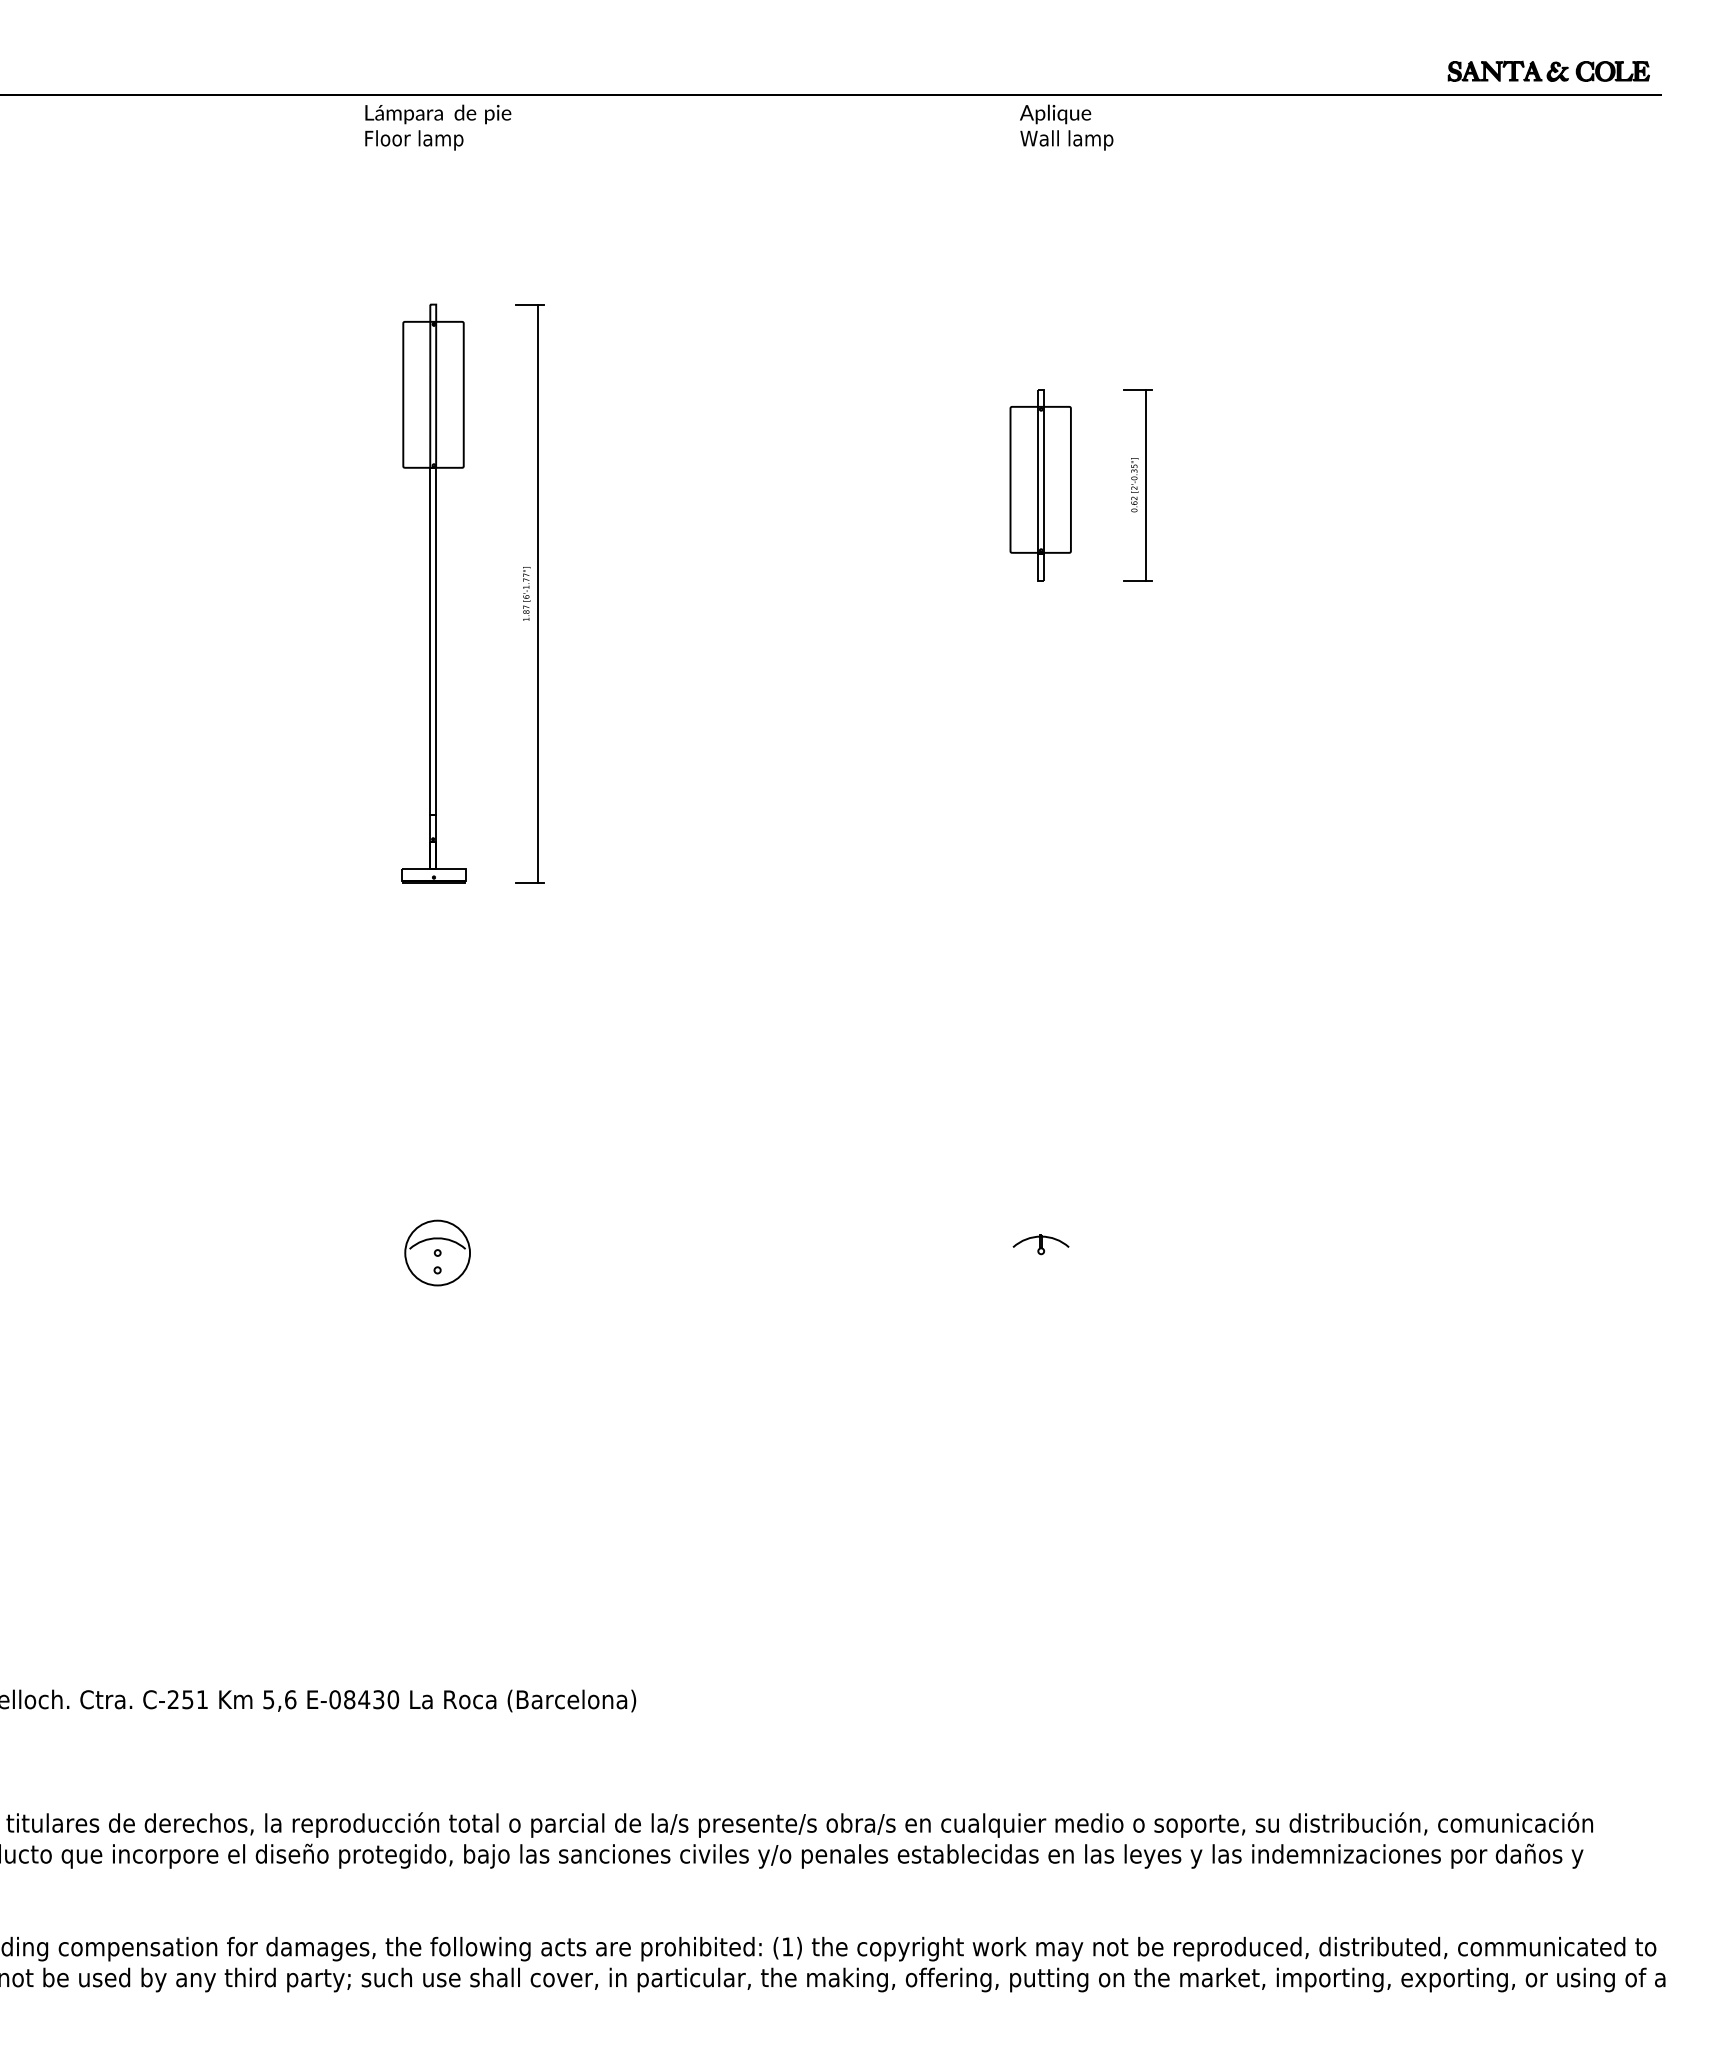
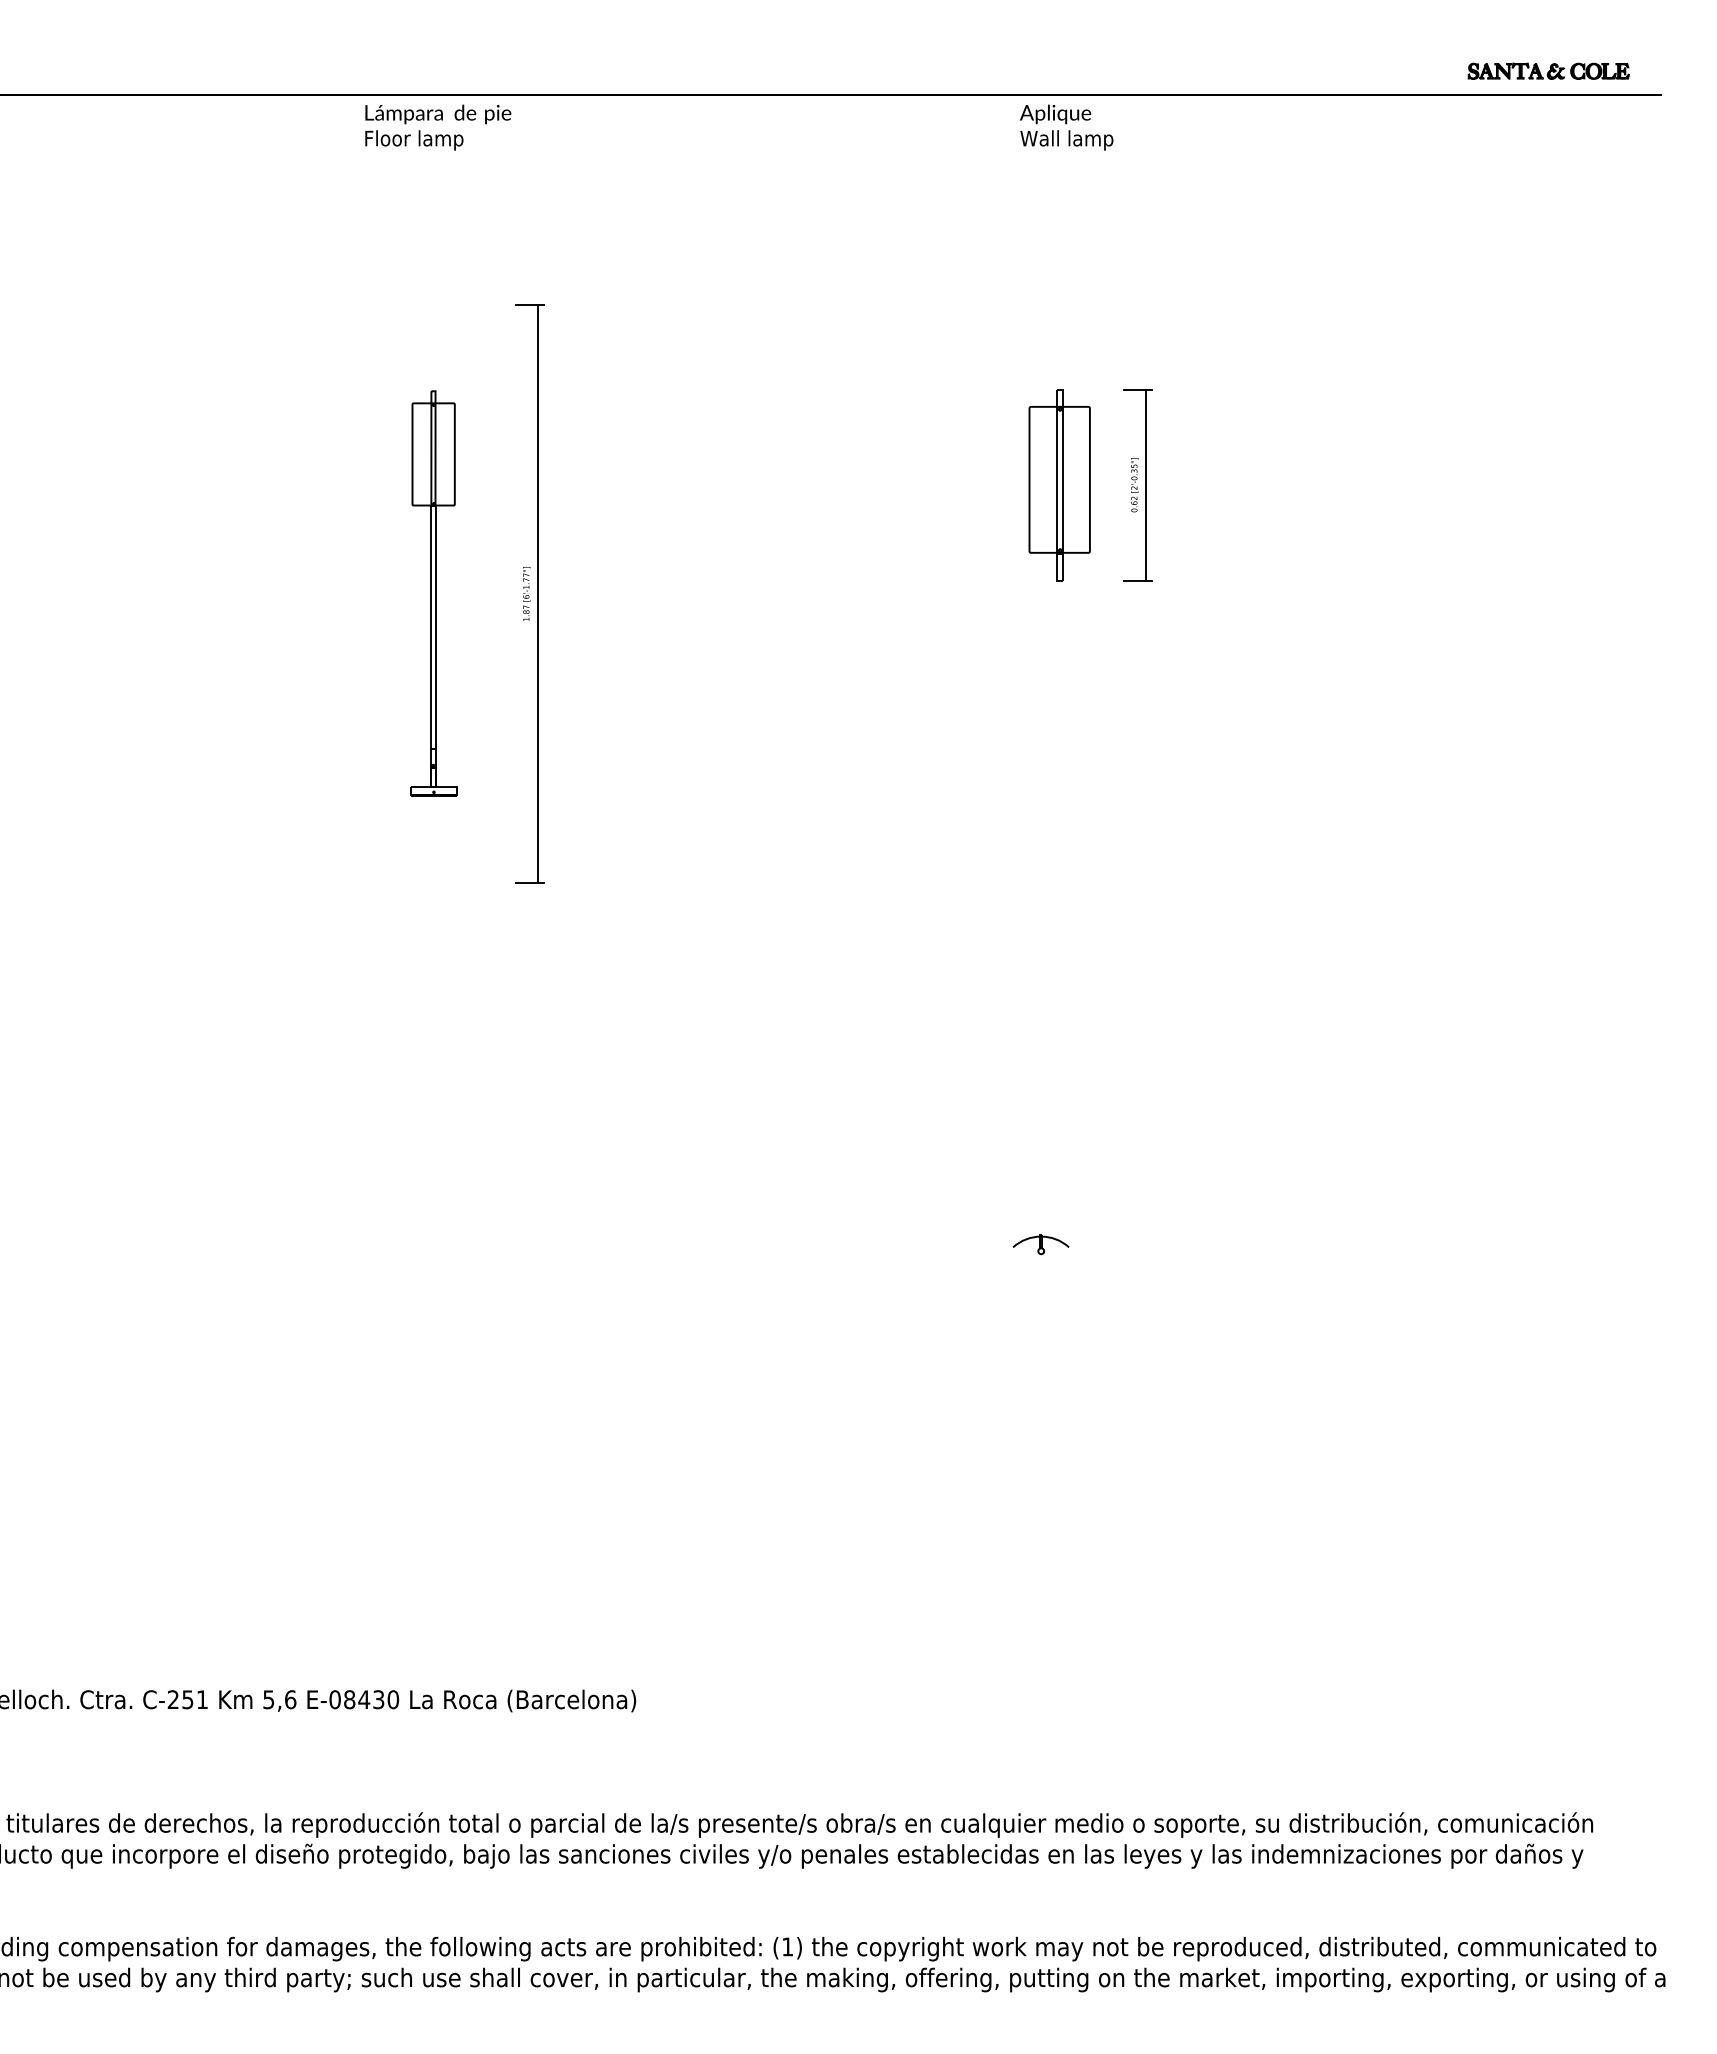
part at (1548, 70) size: 203x22 px -> 163x18 px
part at (1040, 485) position: (1040, 485) -> (1059, 485)
part at (433, 593) size: 66x581 px -> 48x407 px
part at (437, 1252): present -> none
